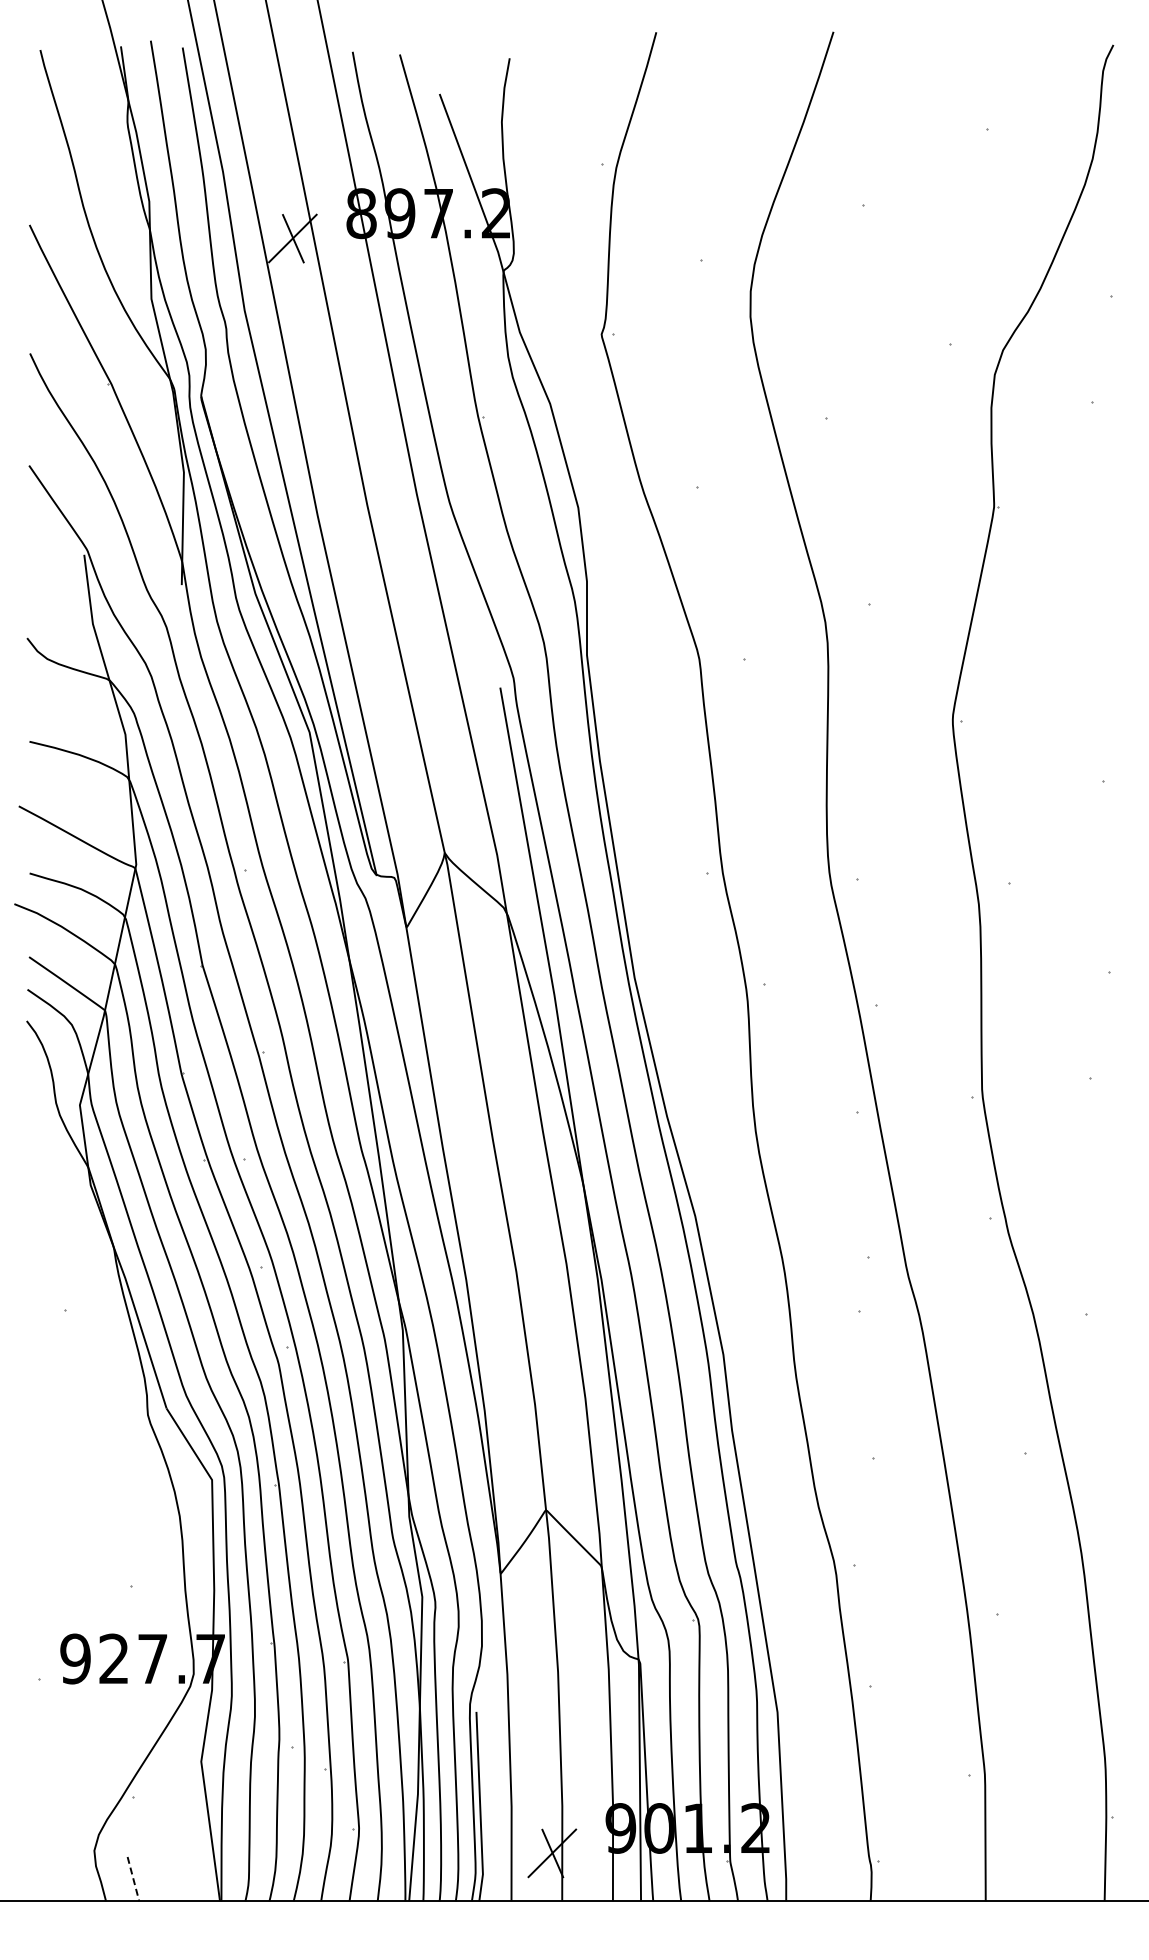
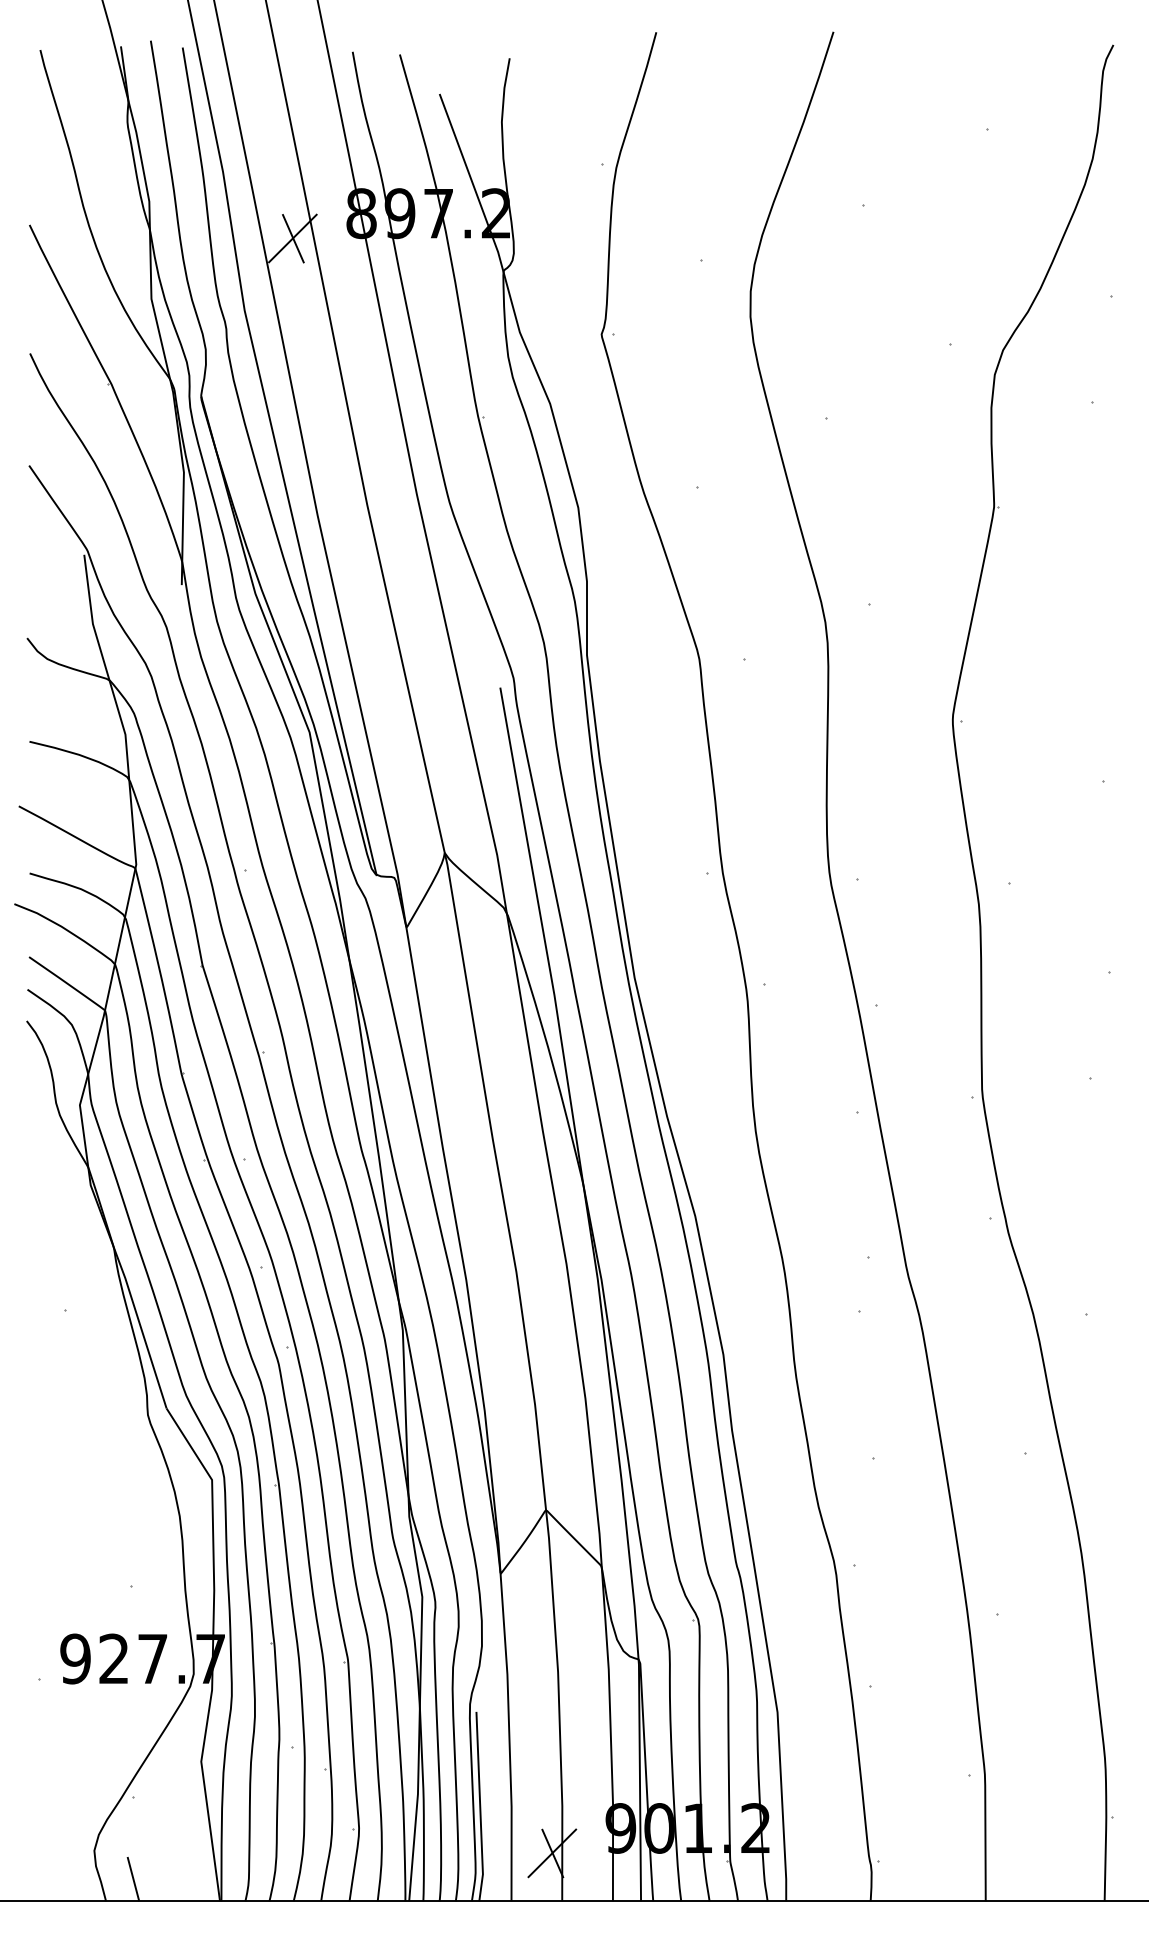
line at (133, 1879): dashed -> solid
